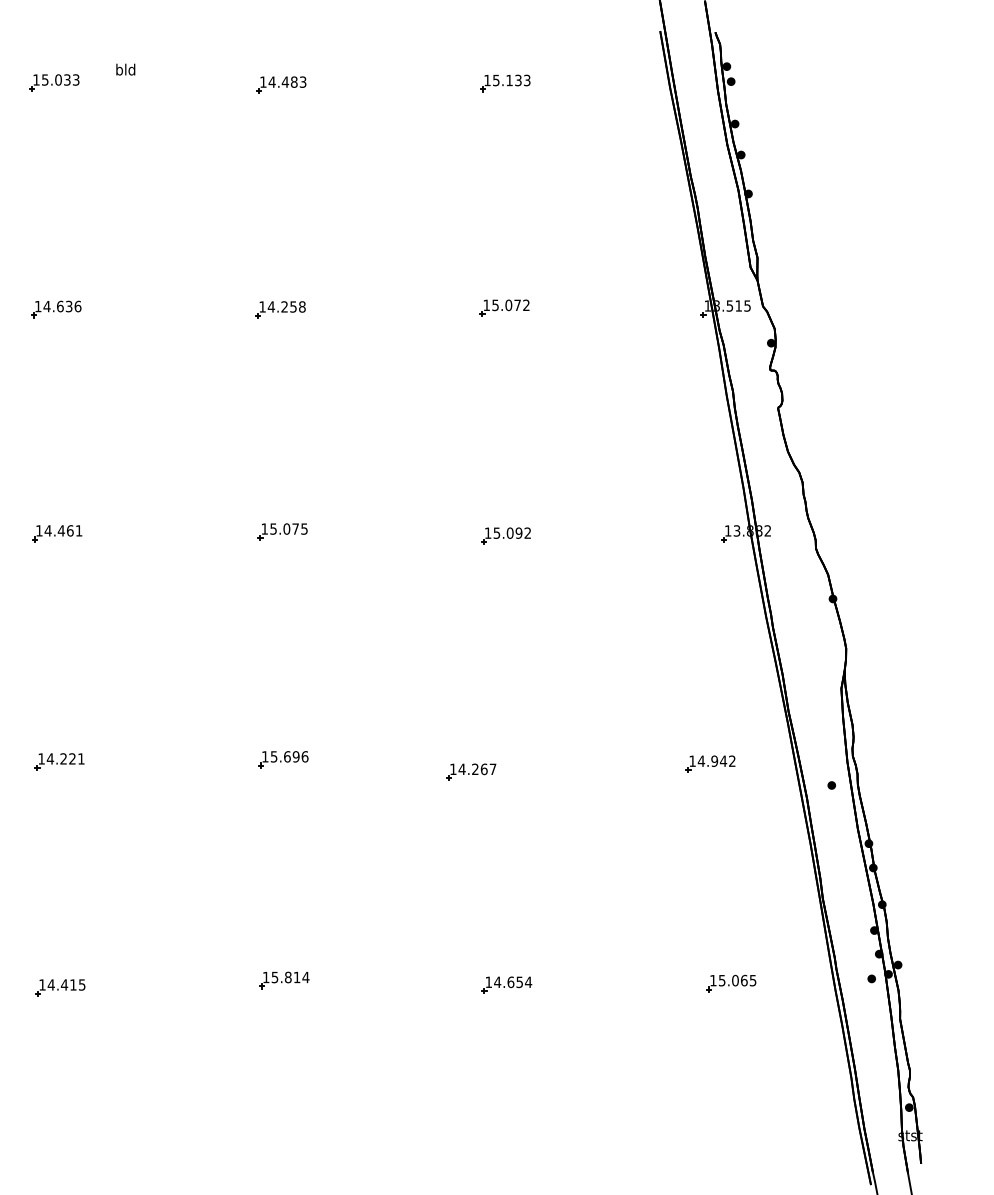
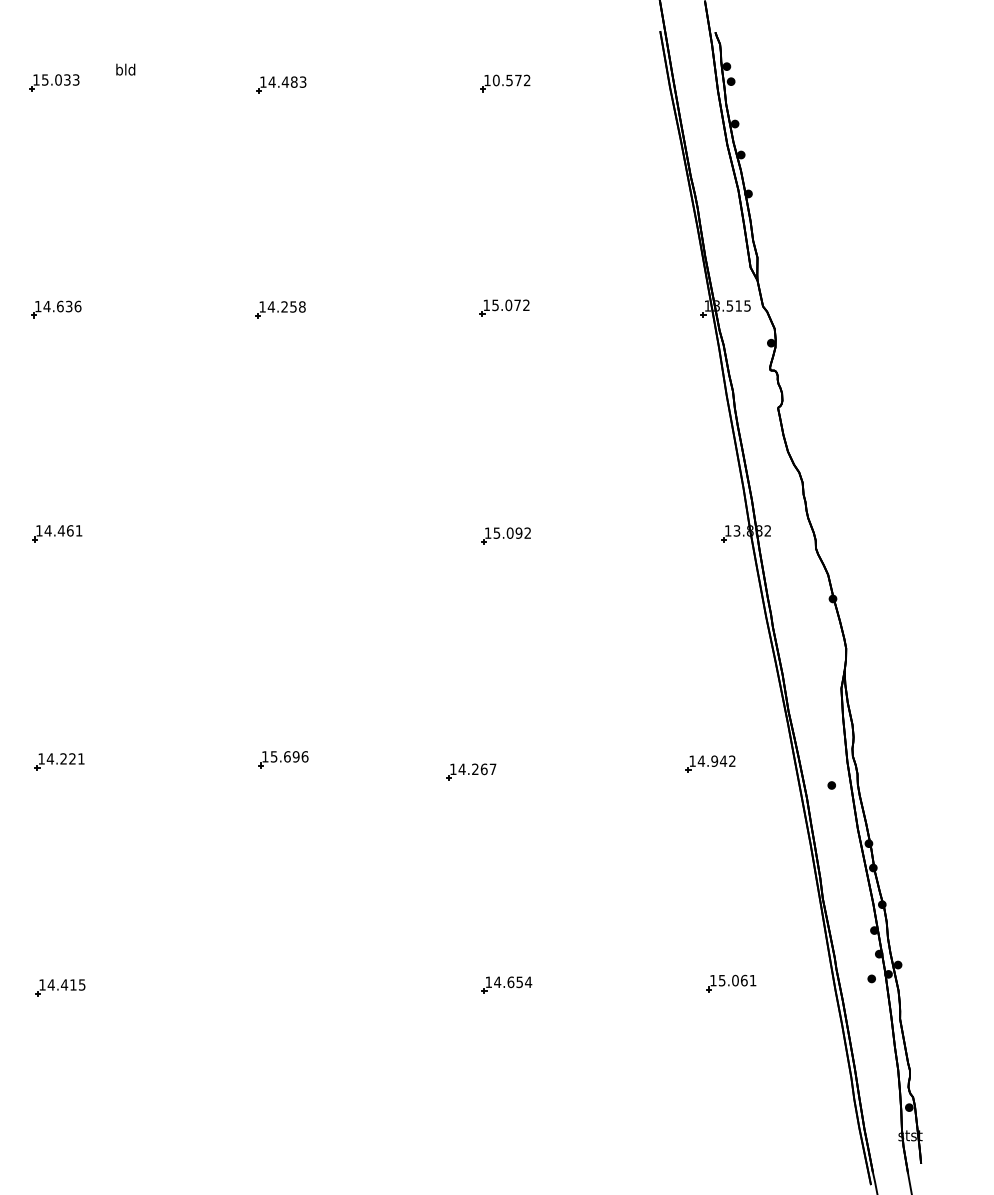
text at (511, 80): 15.133 -> 10.572
part at (282, 531): present -> none
part at (284, 980): present -> none
text at (752, 980): 15.065 -> 15.061
